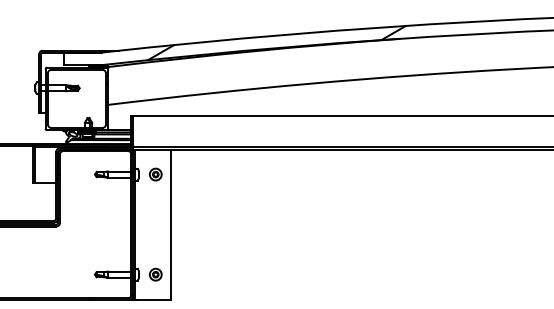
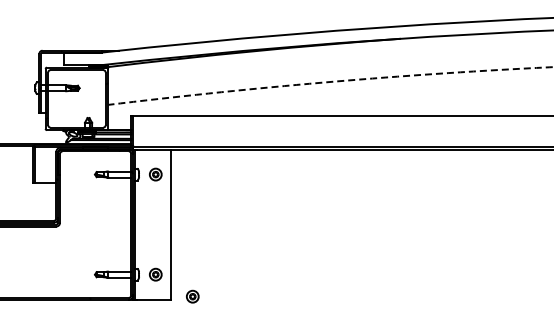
hatch at (276, 42): present -> none
arc at (330, 82): solid -> dashed
part at (192, 296): none -> present
